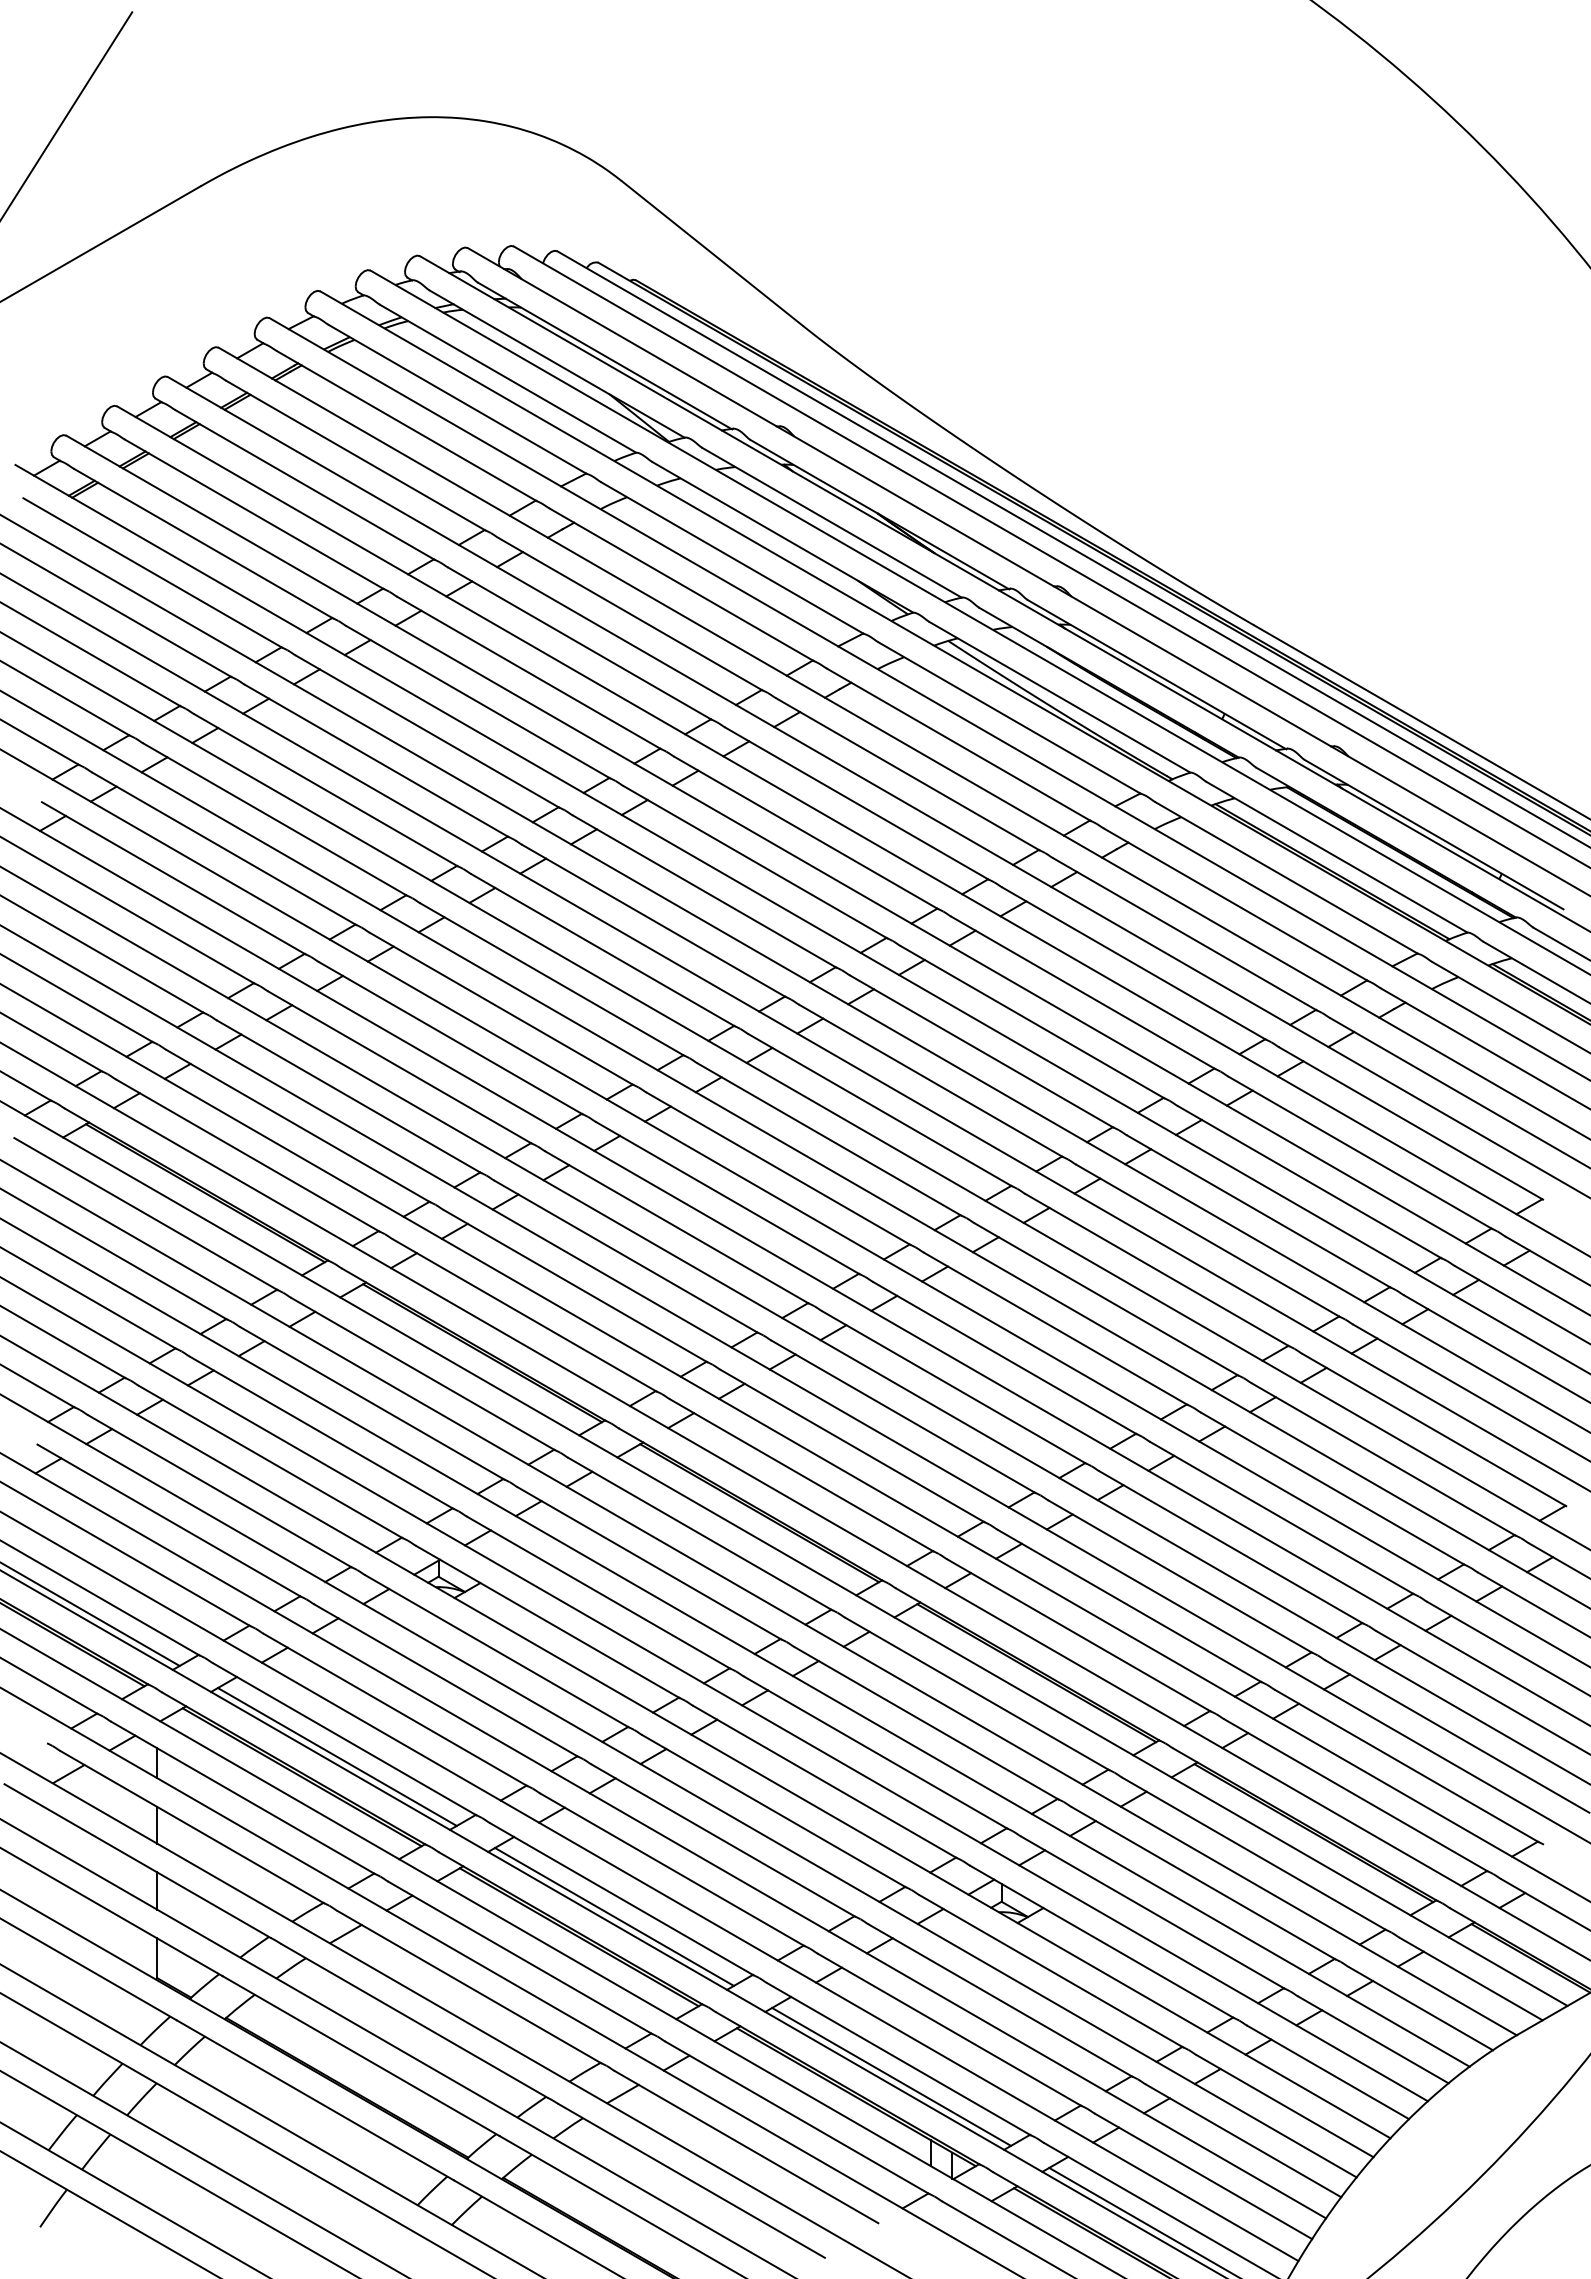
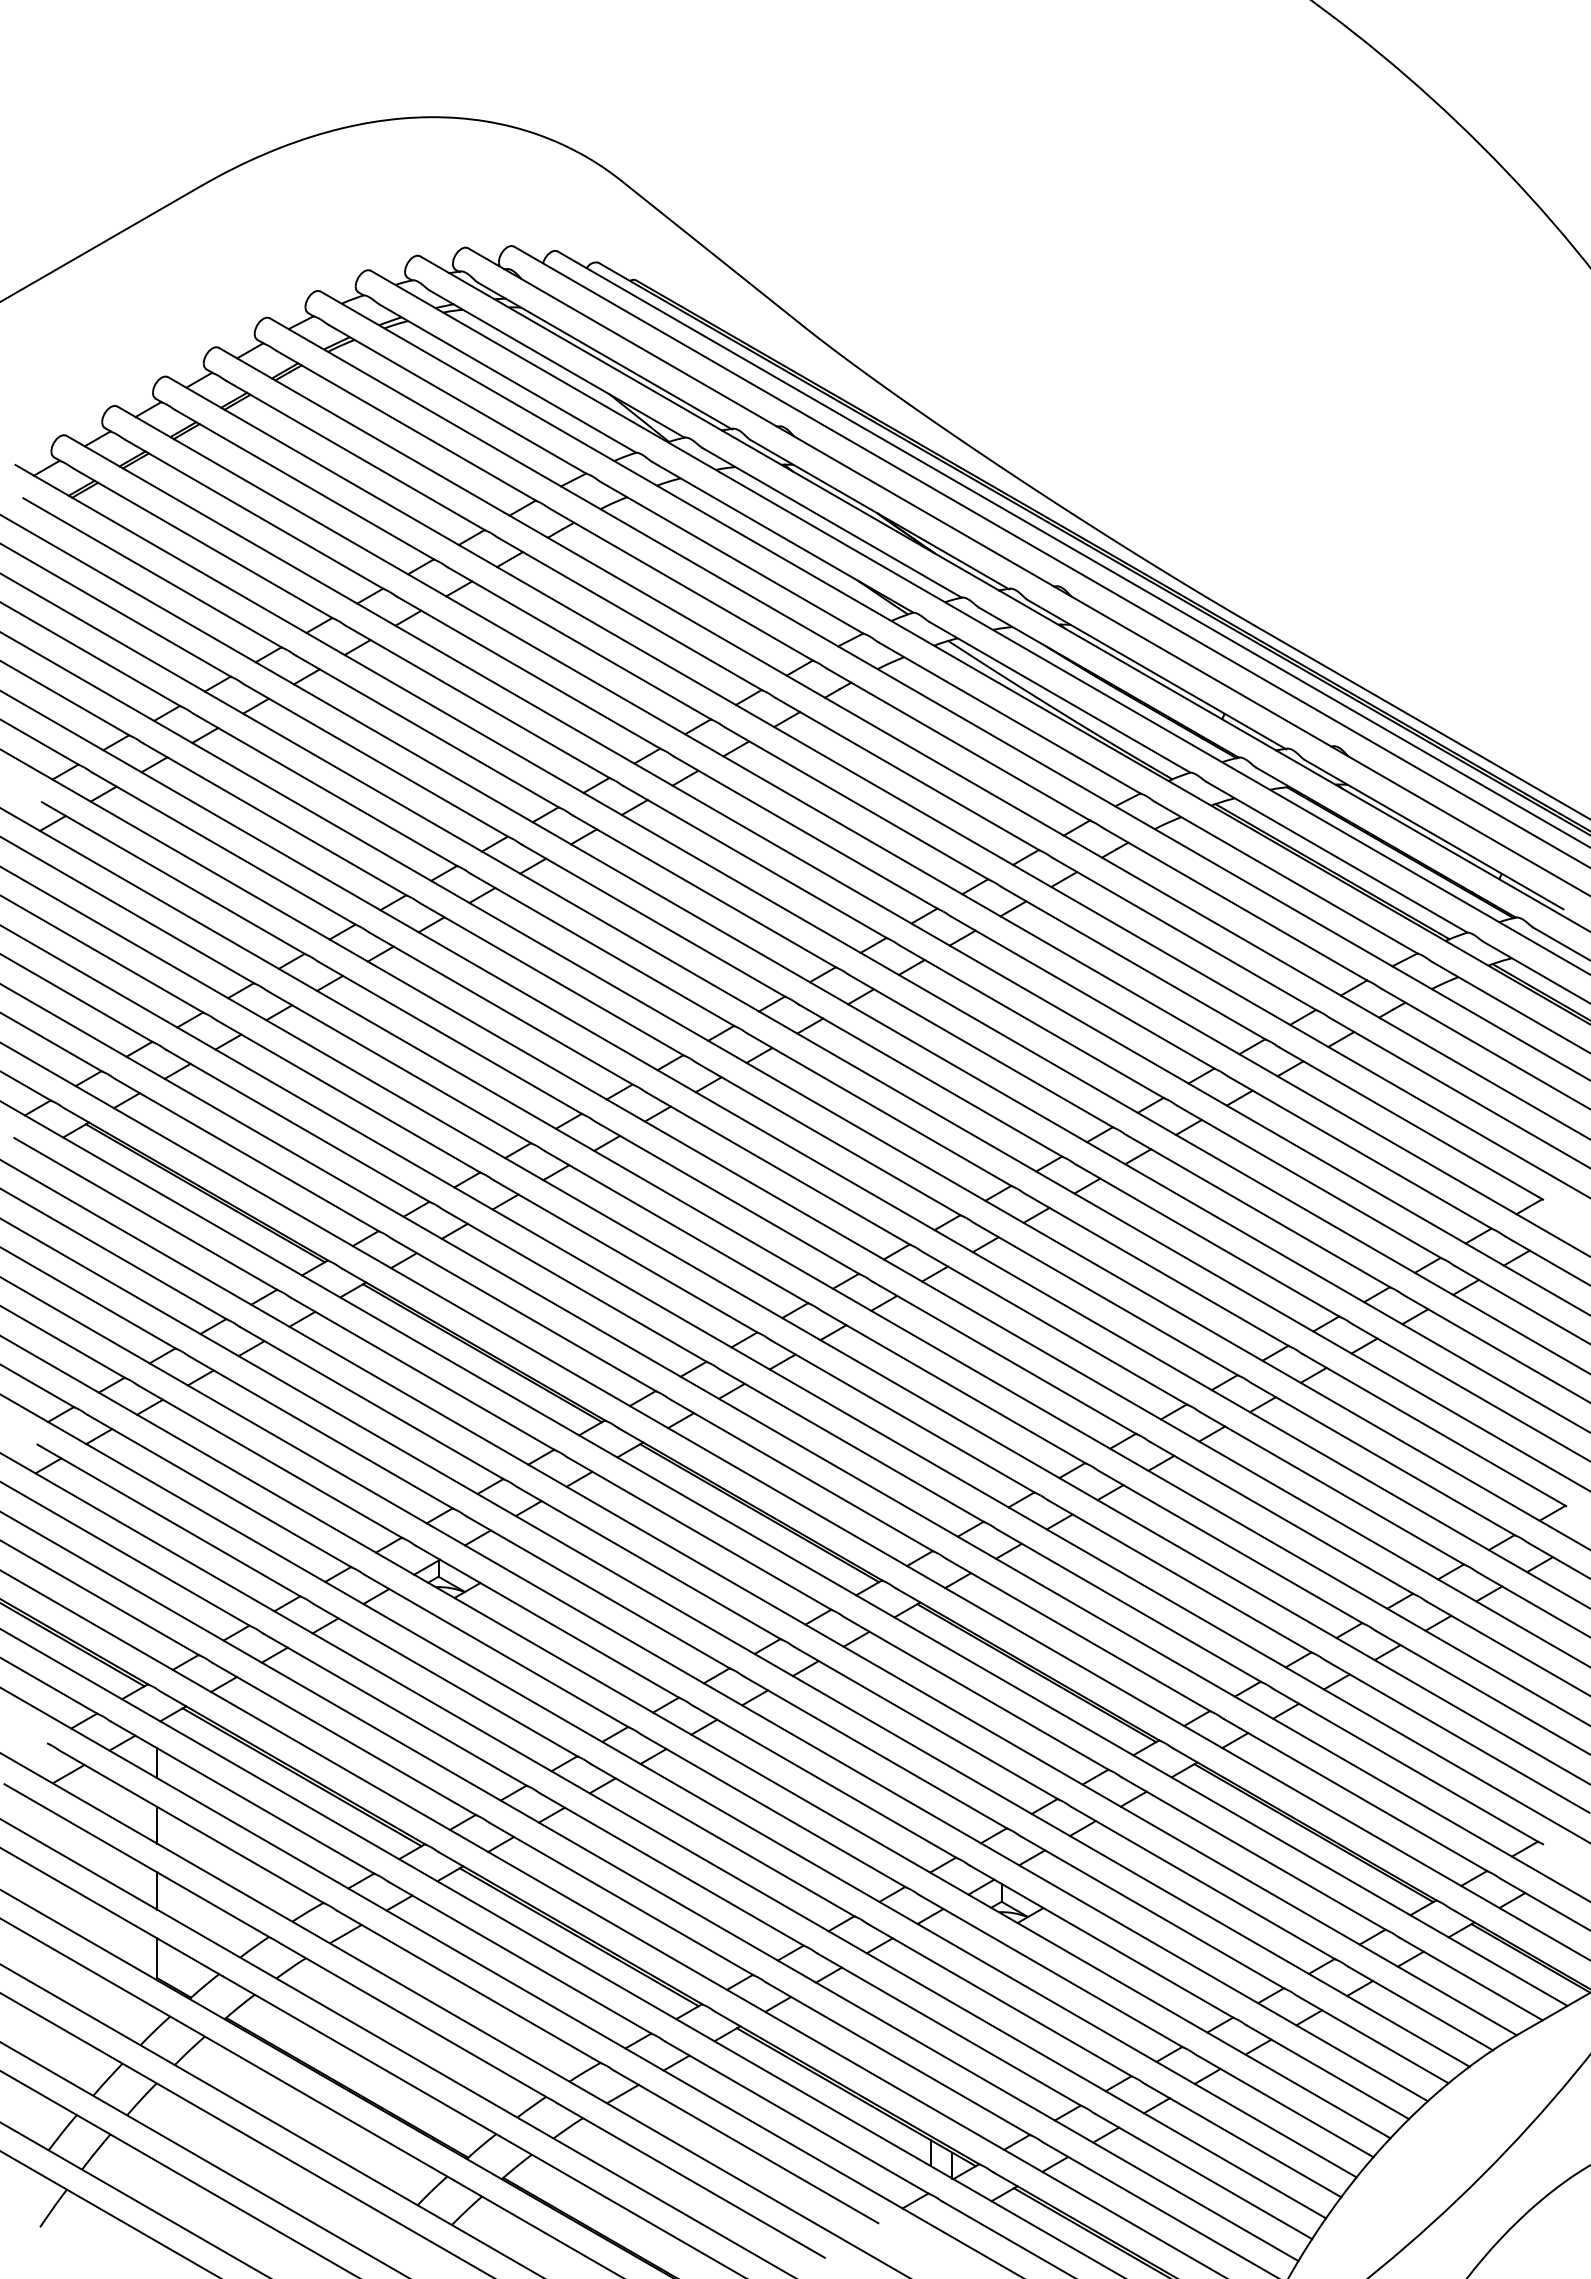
line at (67, 115): present -> none
line at (90, 1614): present -> none
line at (336, 1756): present -> none
line at (614, 1916): present -> none
line at (891, 2076): present -> none
line at (1142, 2221): present -> none
